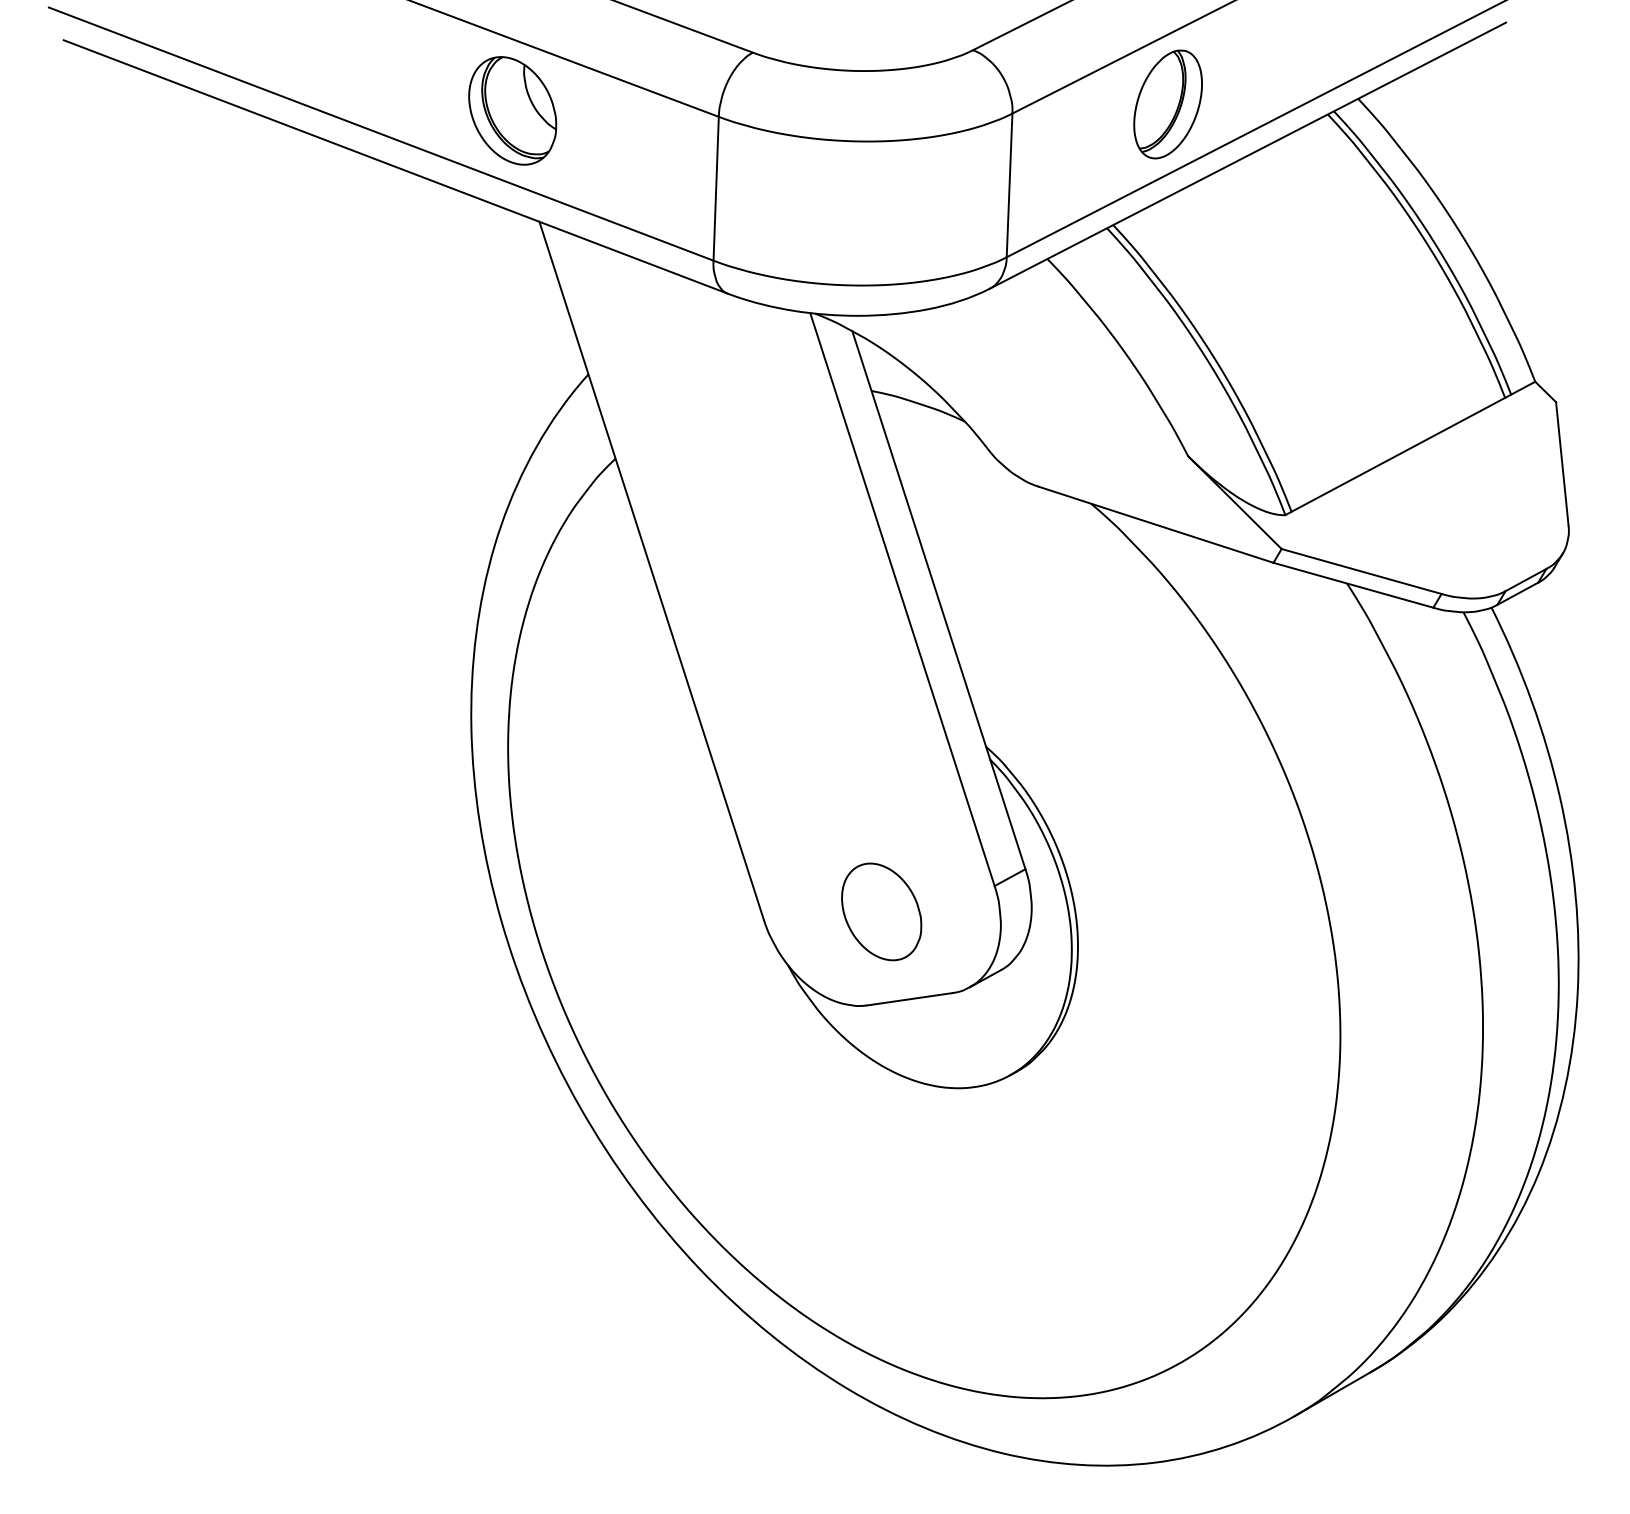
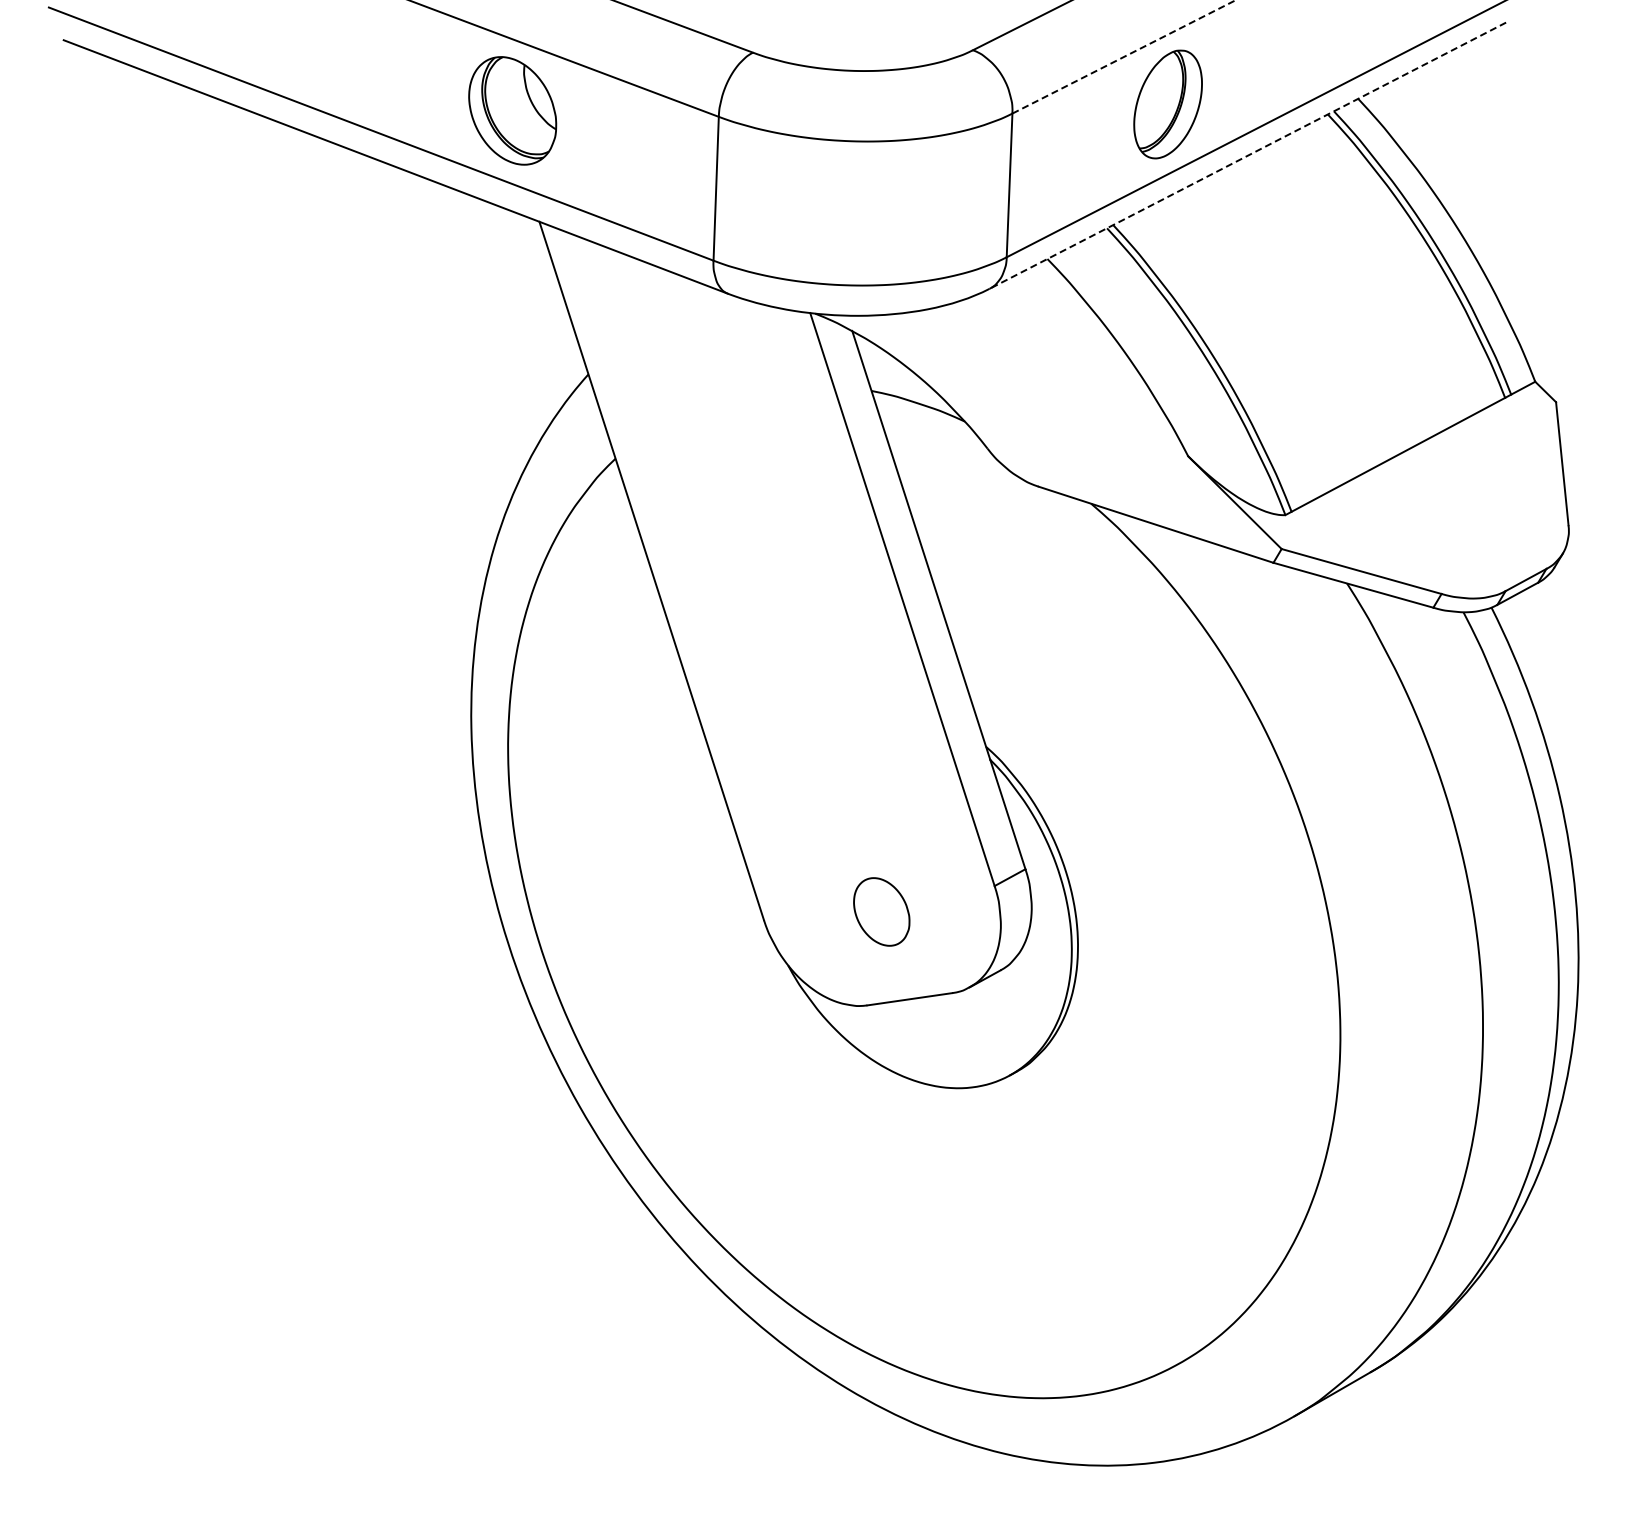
line at (1124, 56): solid -> dashed
line at (1247, 155): solid -> dashed
part at (881, 911) size: 82x100 px -> 58x70 px
